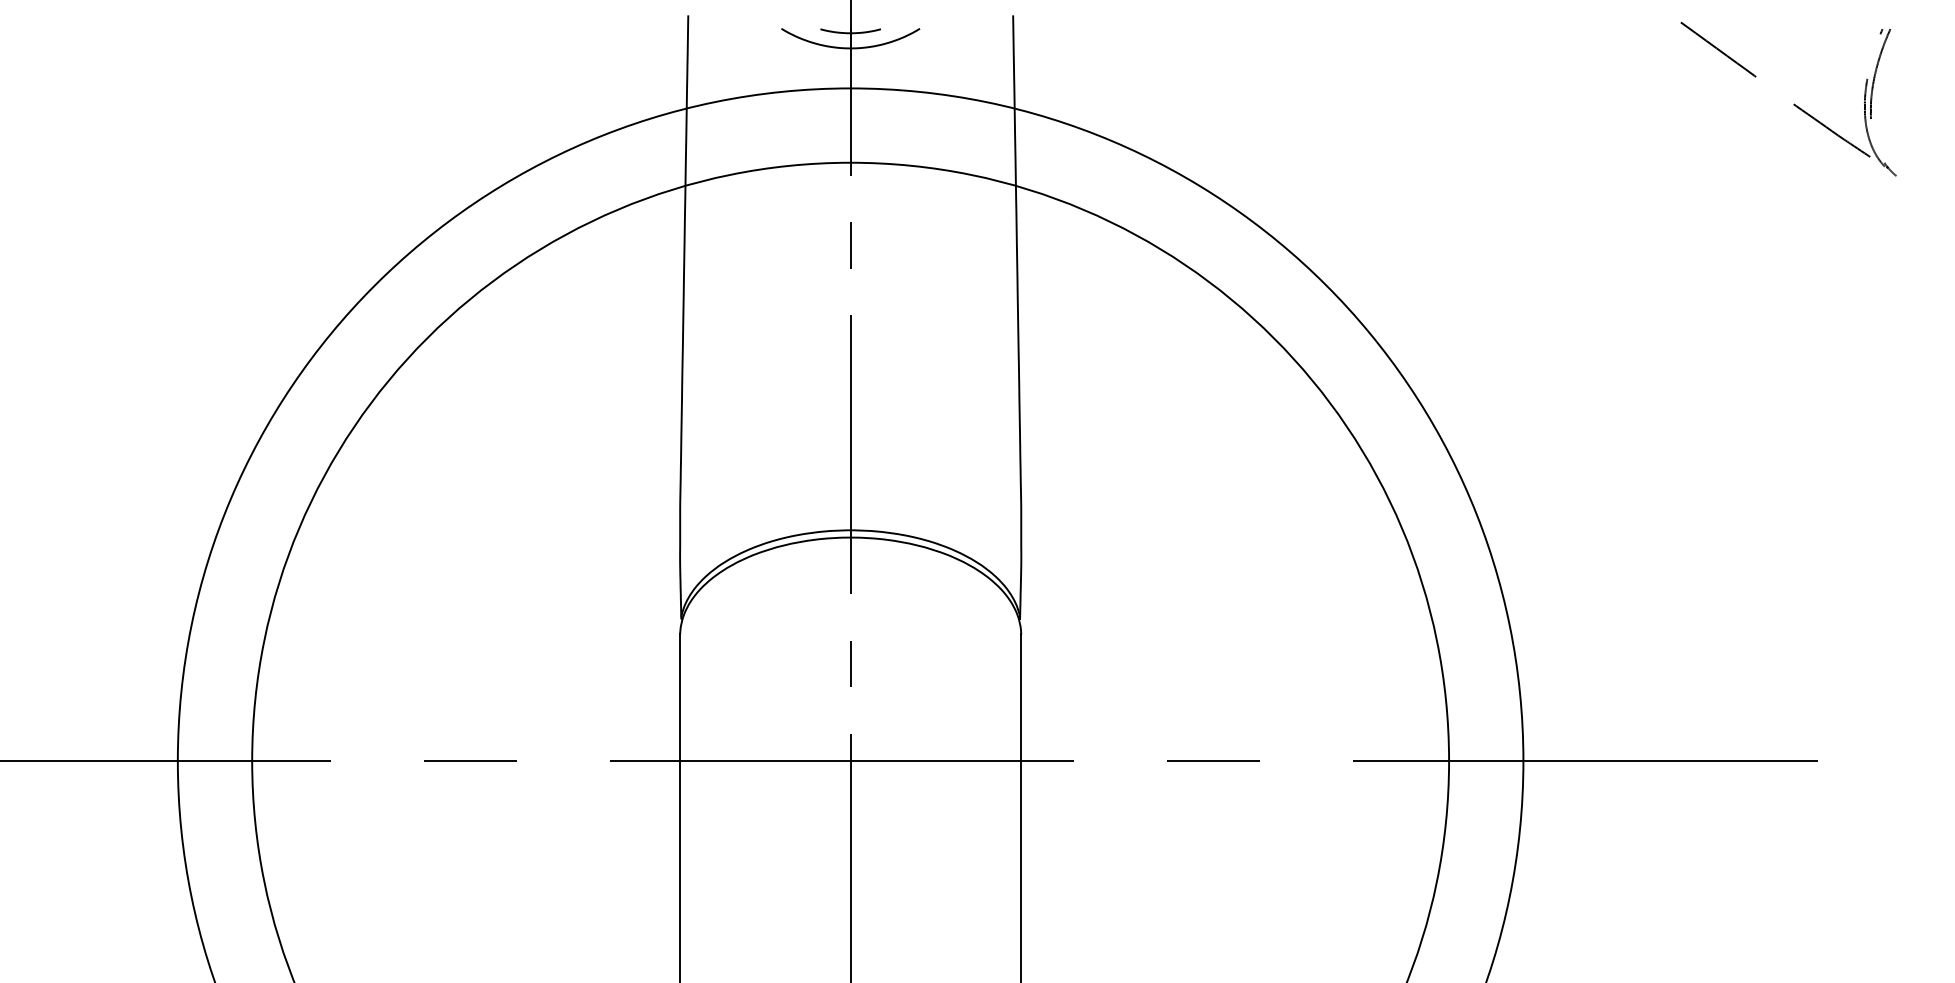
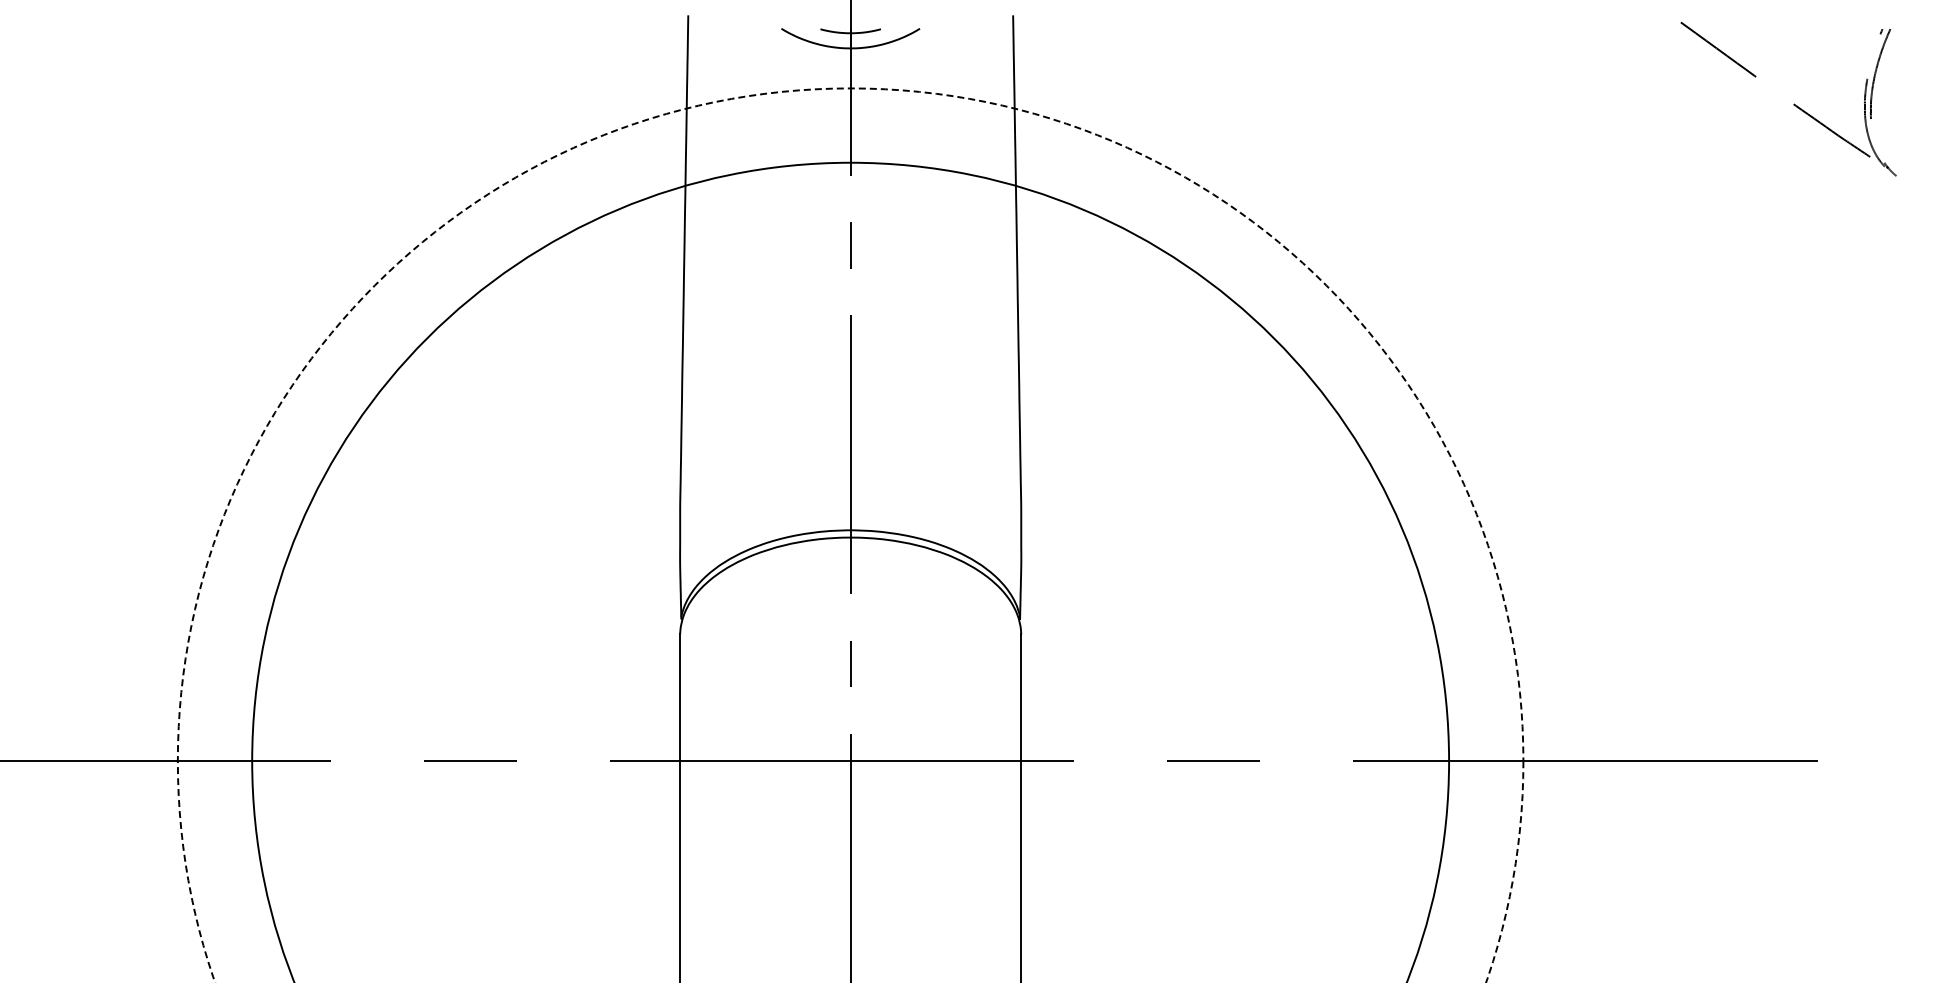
circle at (850, 535): solid -> dashed
